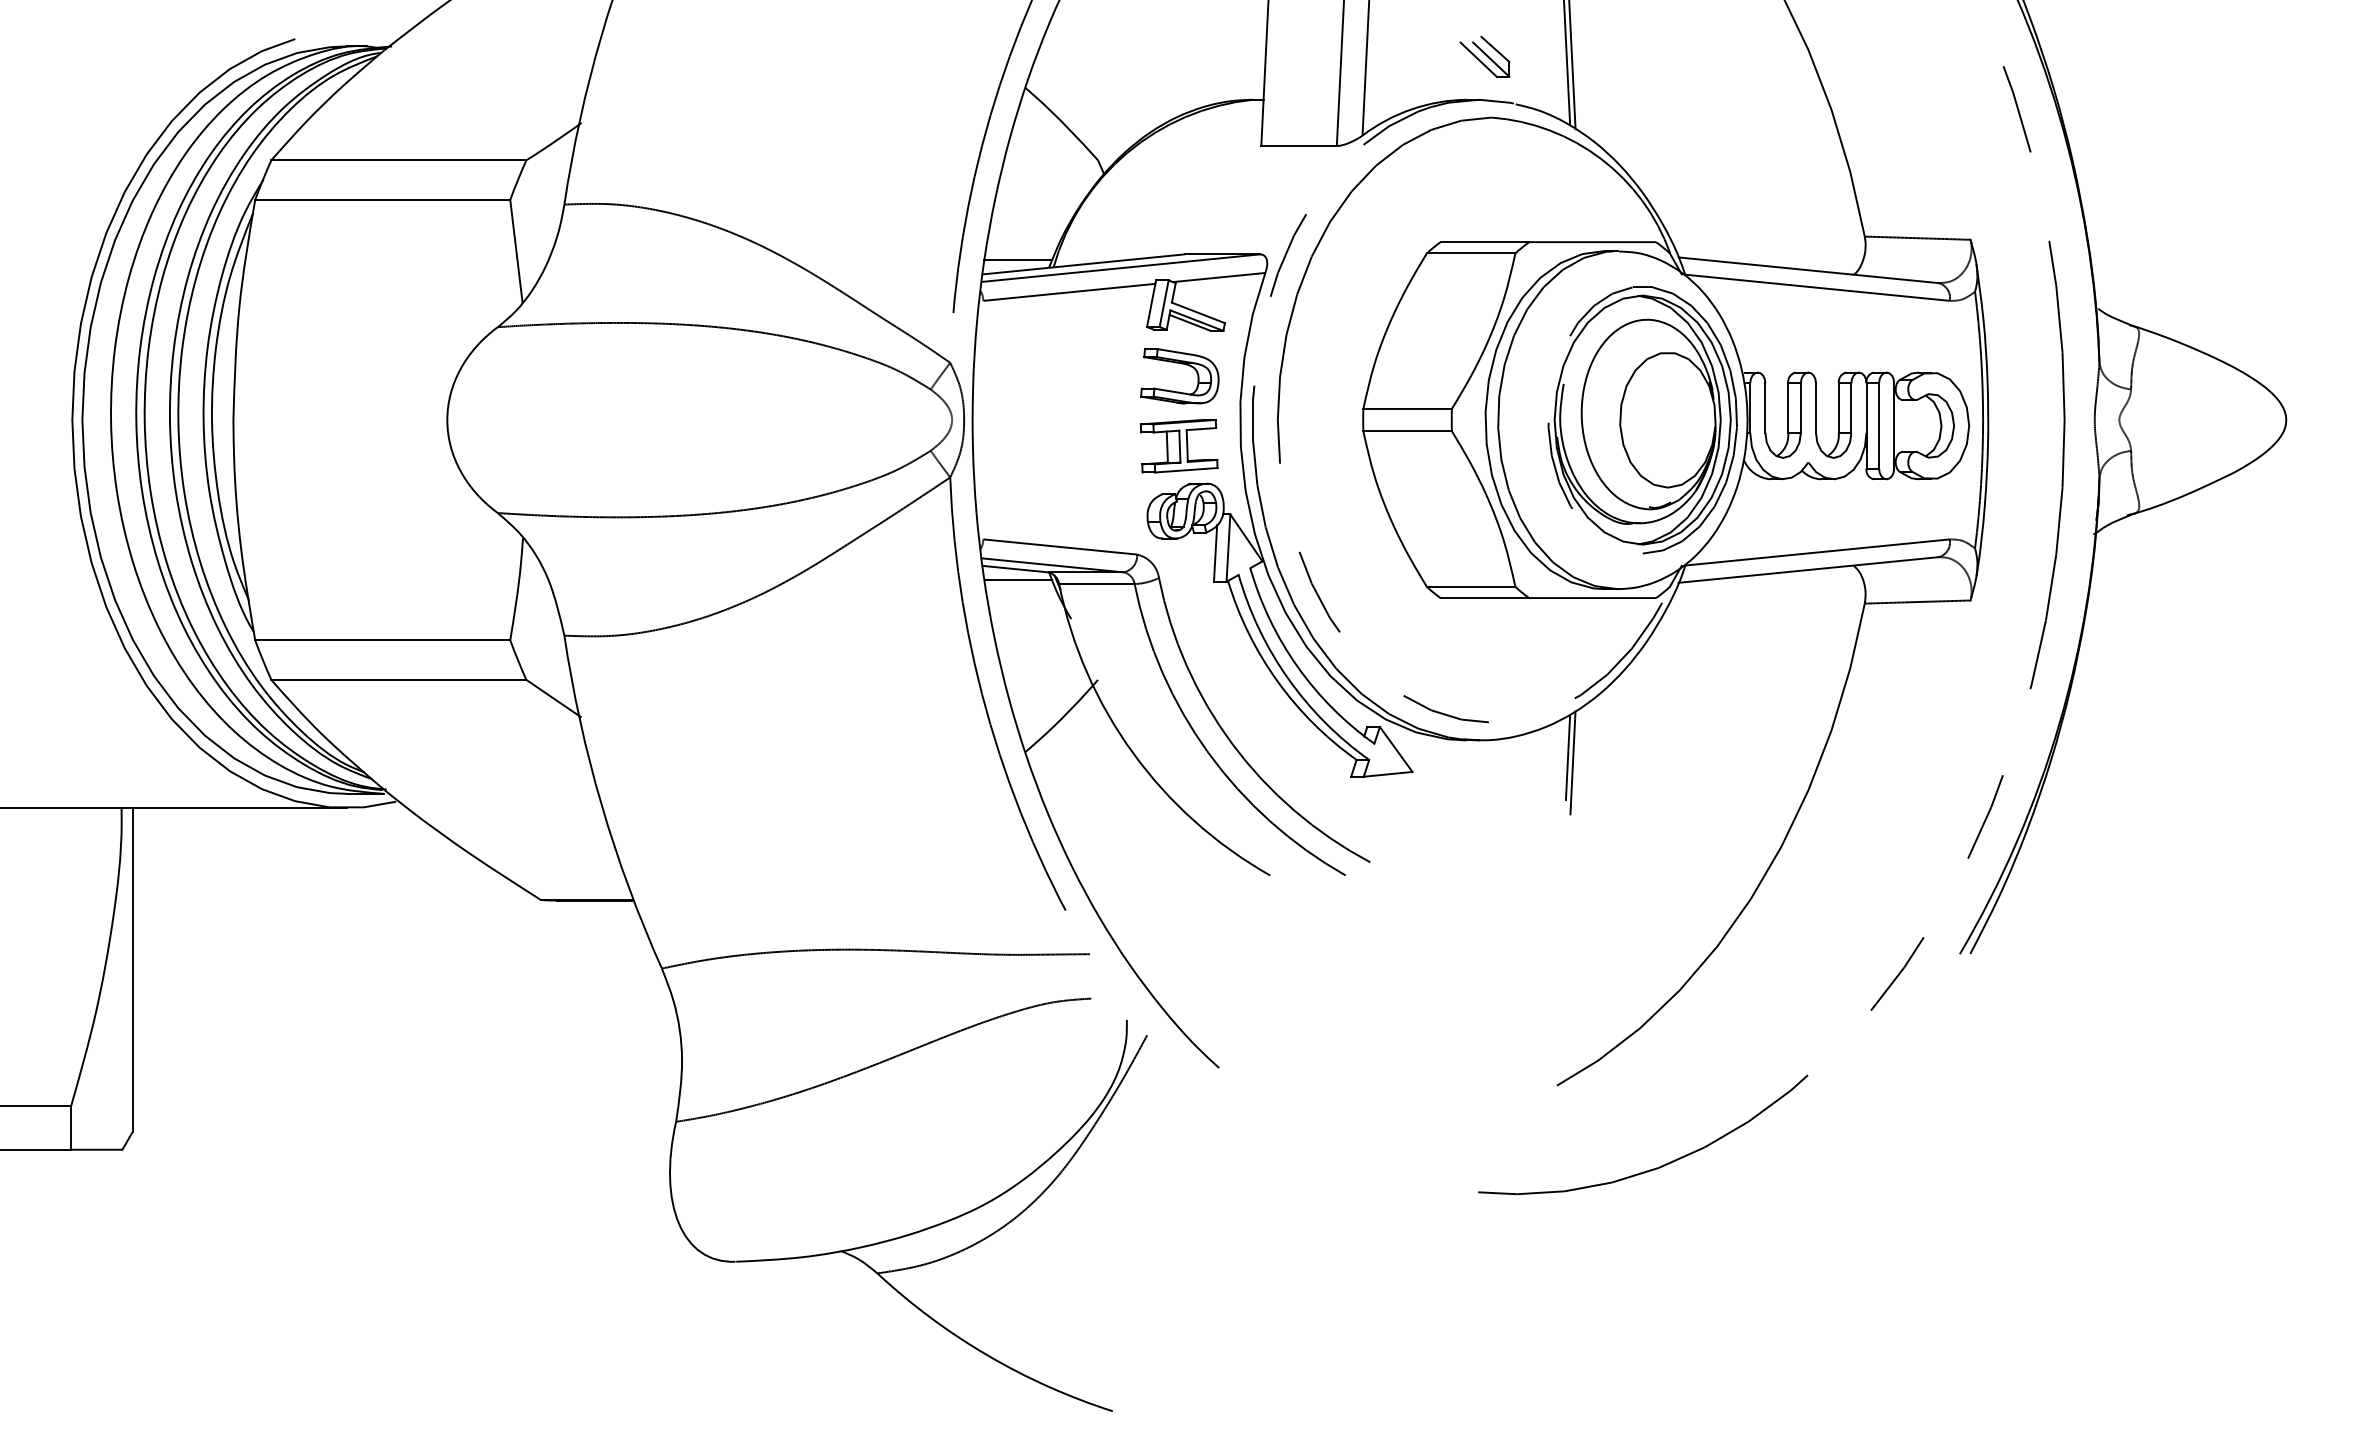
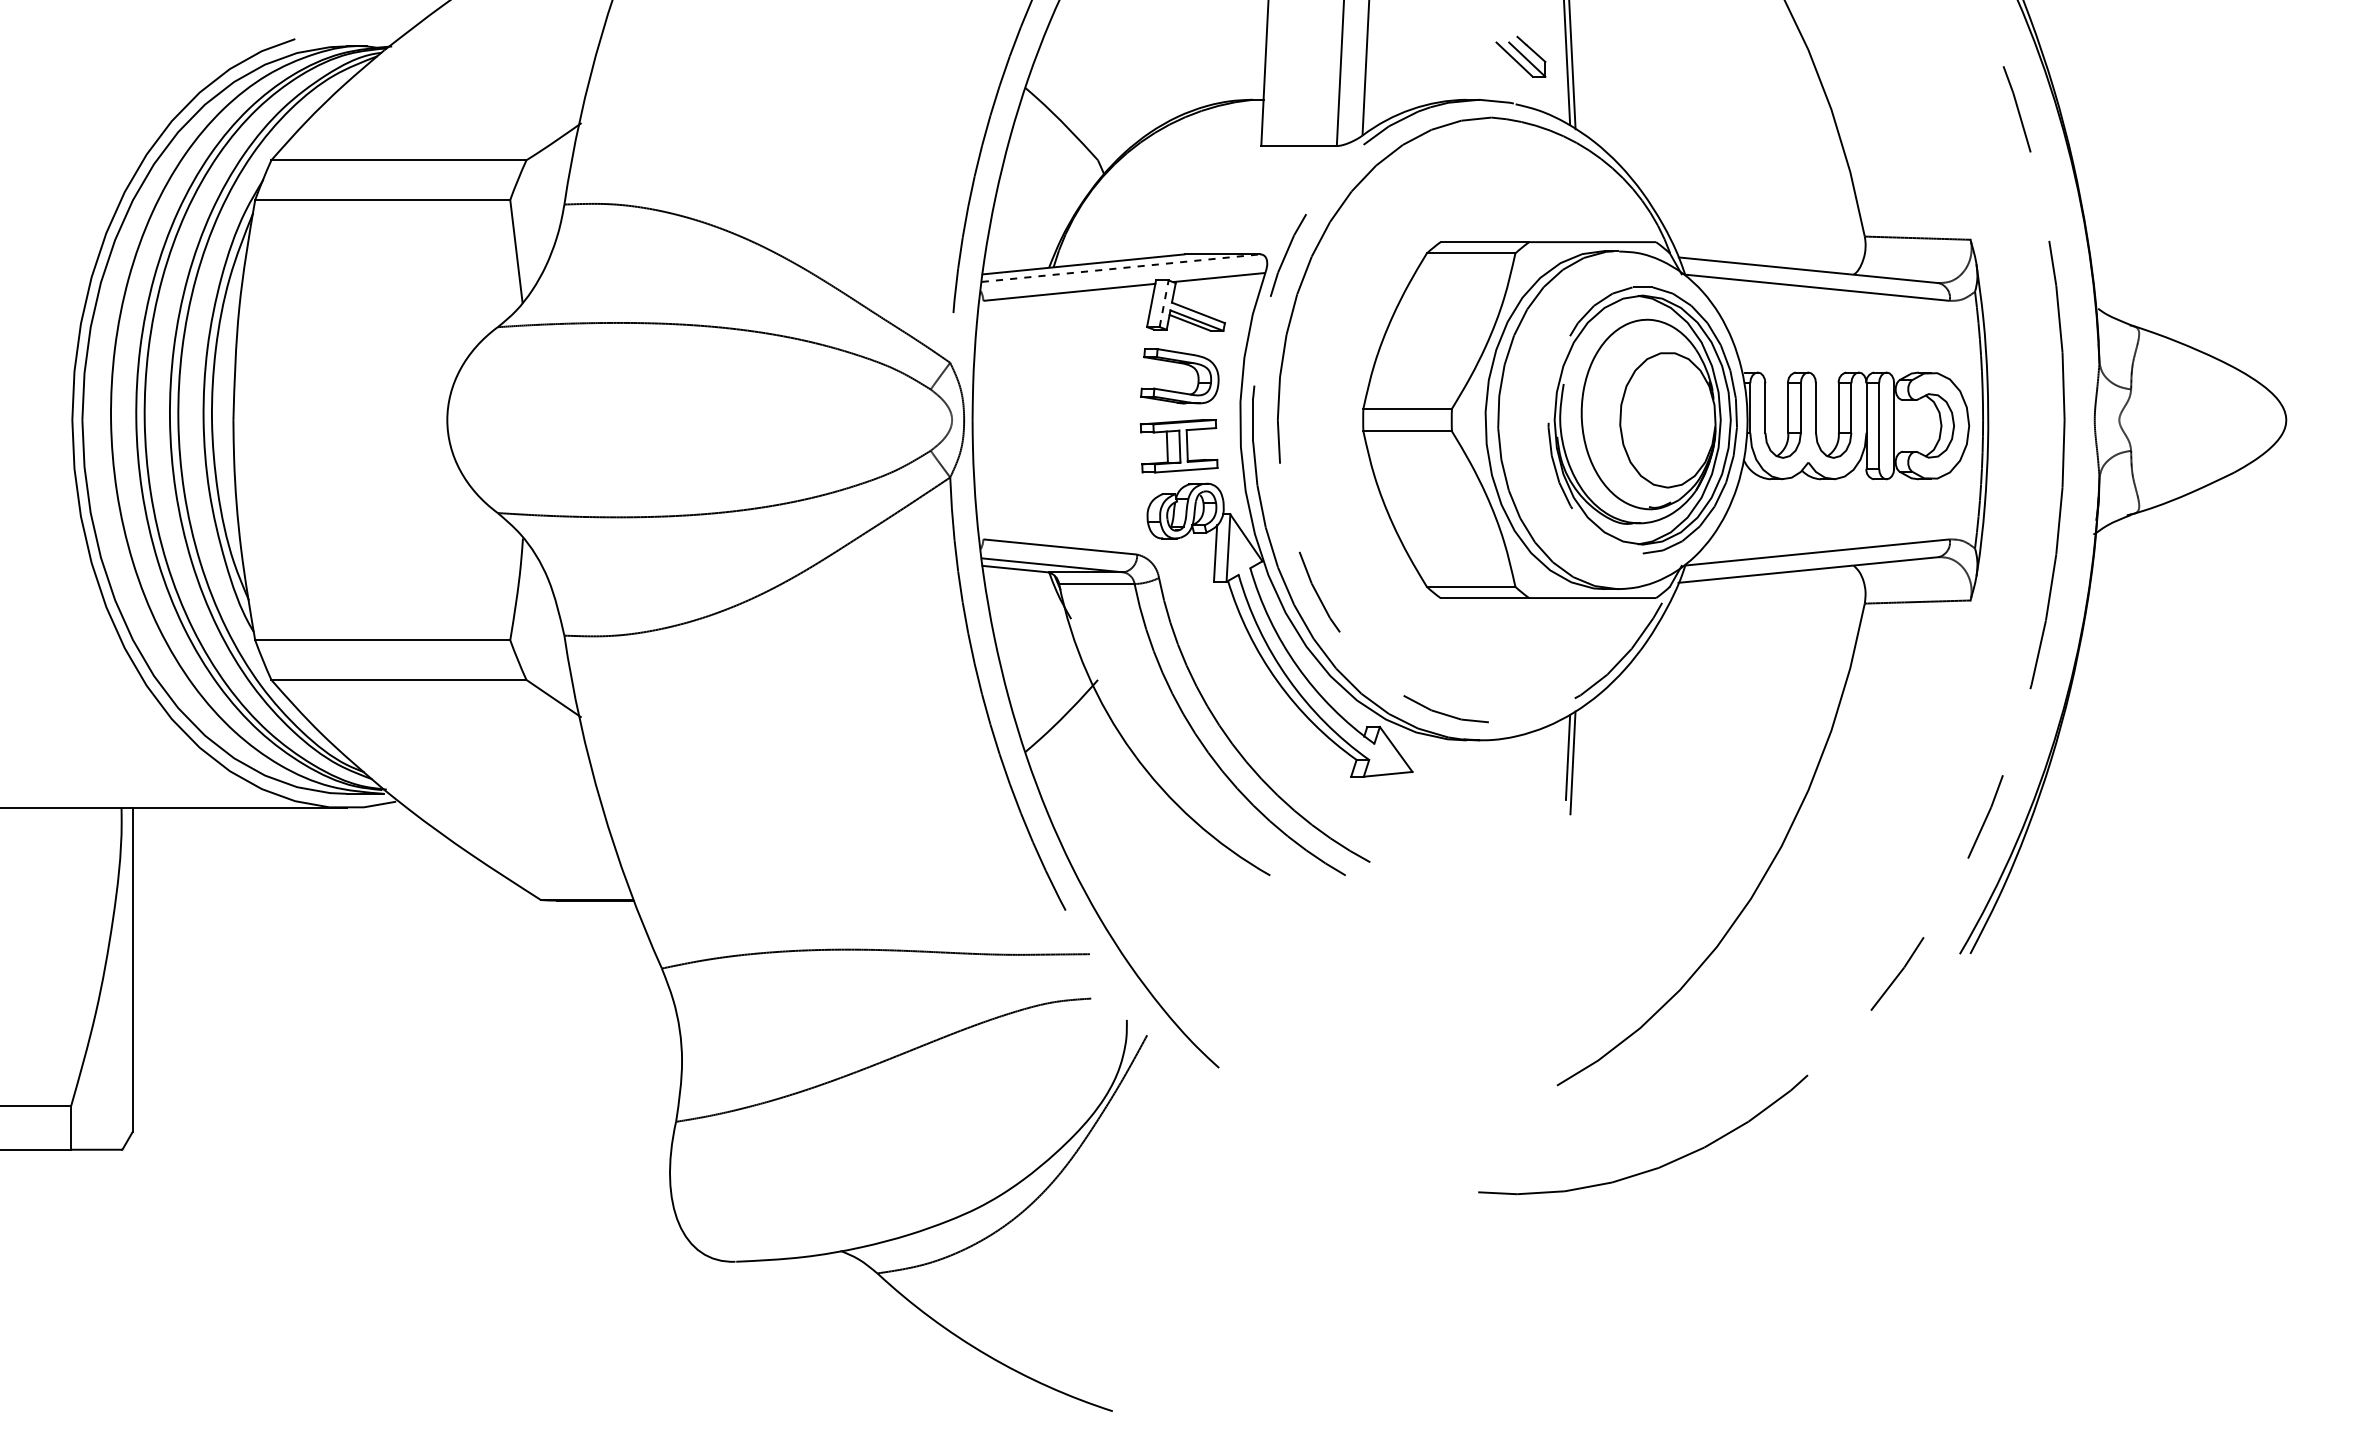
part at (1484, 56) position: (1484, 56) -> (1520, 56)
line at (1018, 259): present -> none
line at (1120, 268): solid -> dashed
line at (1164, 303): solid -> dashed
line at (1018, 580): present -> none
